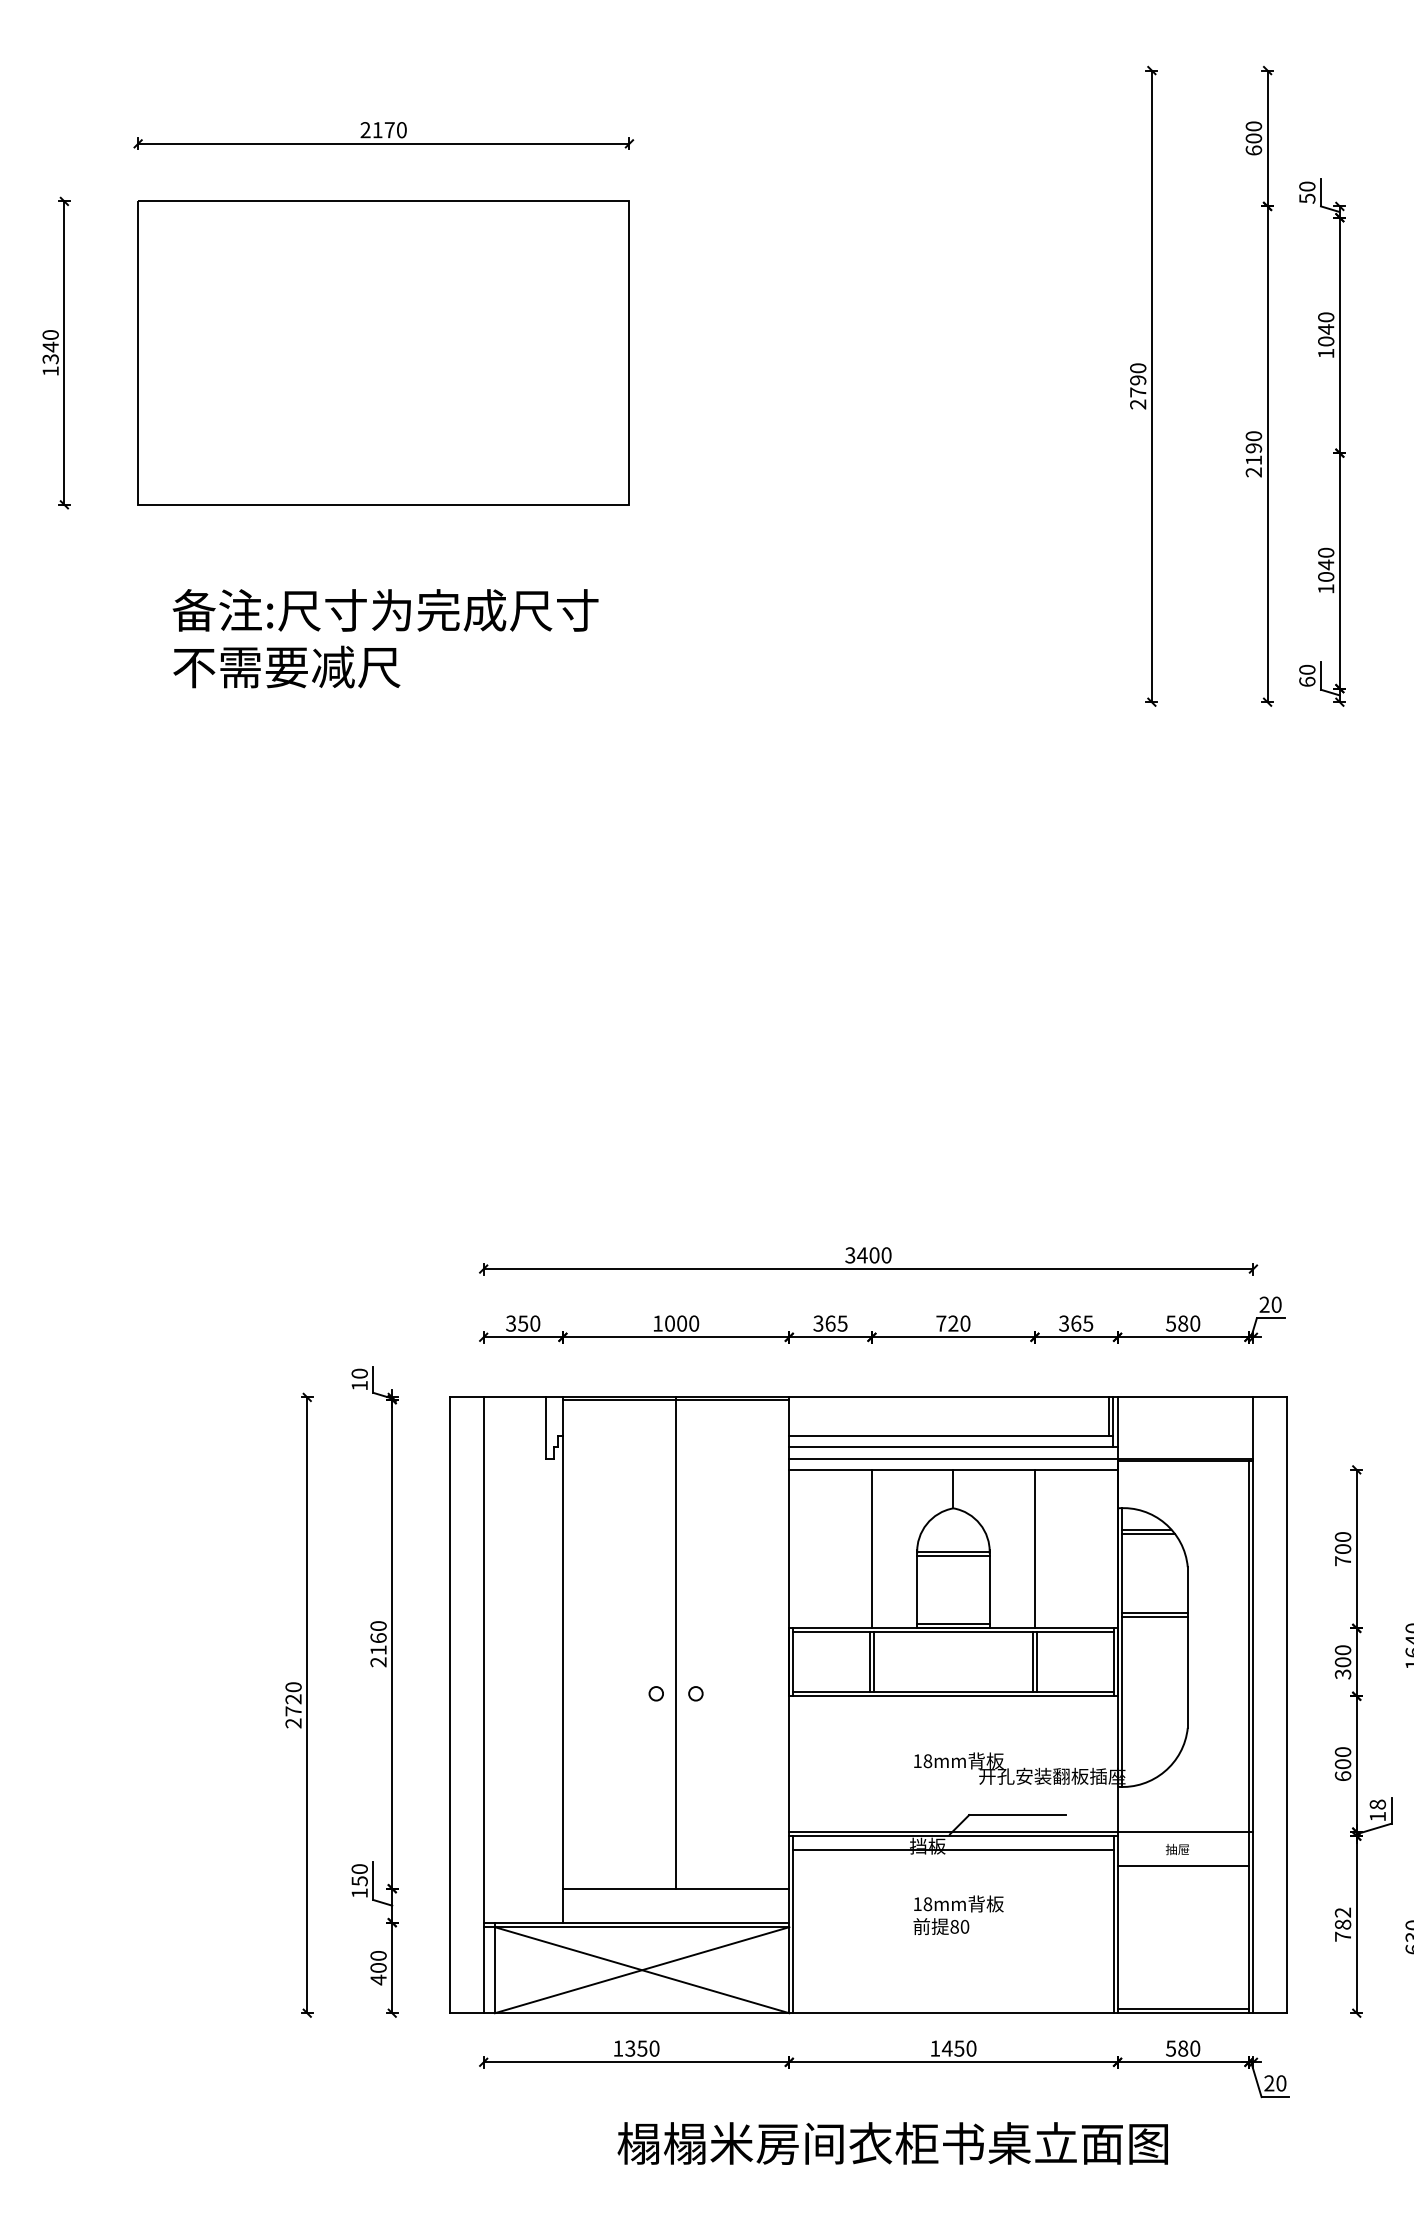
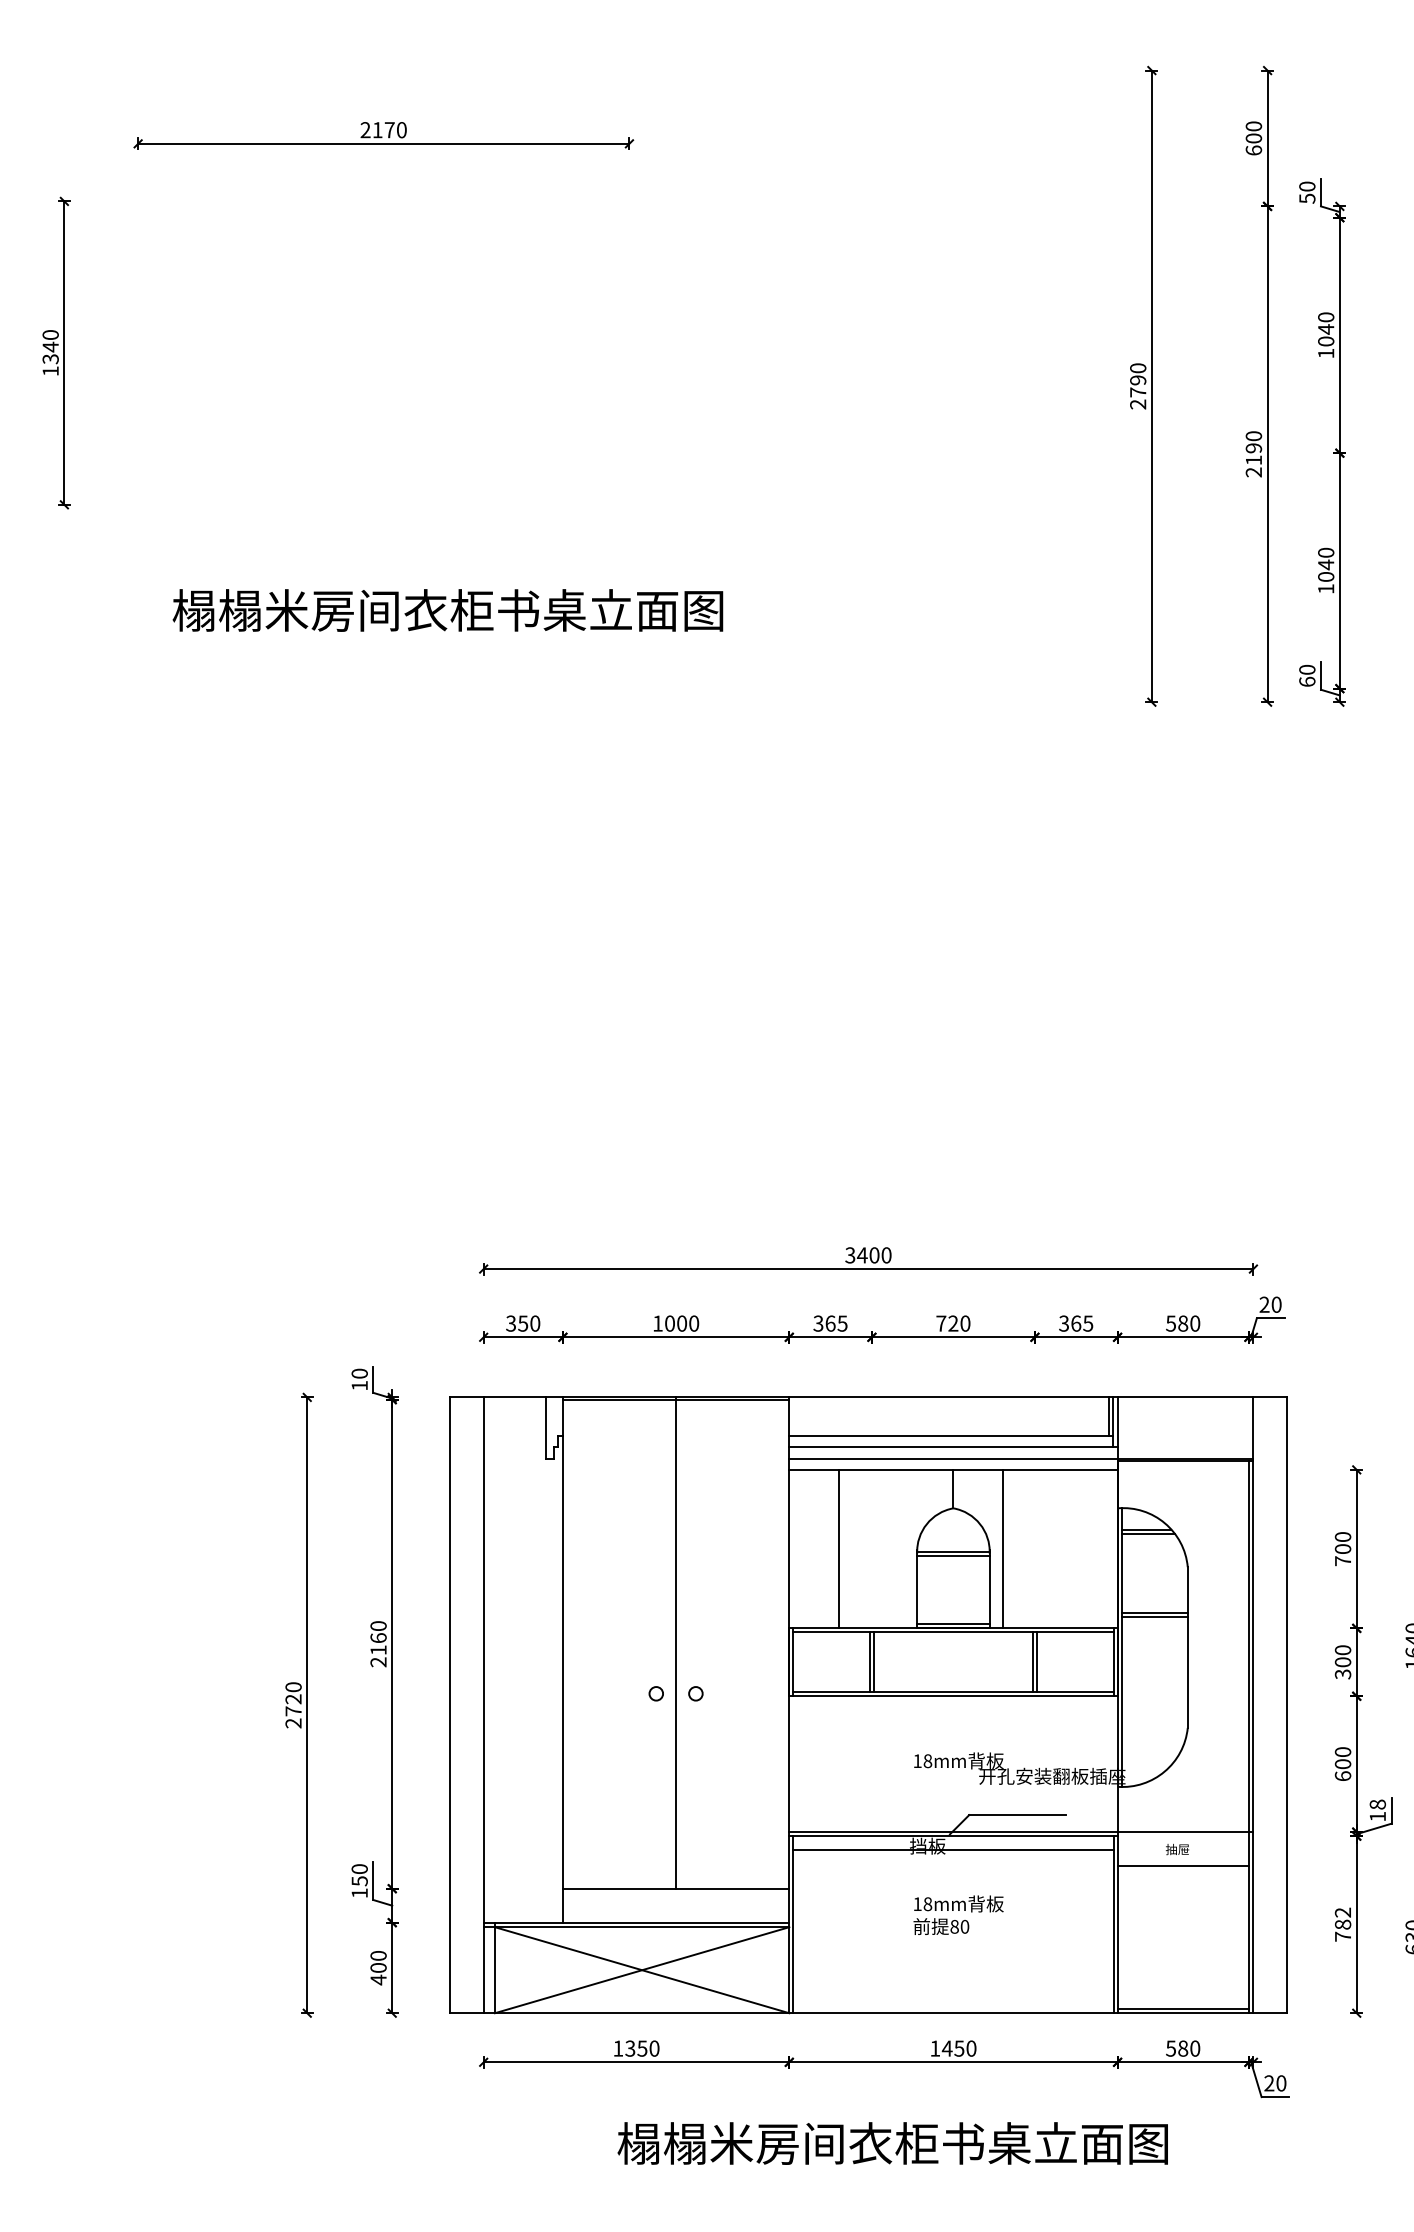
part at (383, 352): present -> none
text at (447, 638): 备注:尺寸为完成尺寸 不需要减尺 -> 榻榻米房间衣柜书桌立面图
line at (871, 1548) position: (871, 1548) -> (838, 1548)
line at (1034, 1548) position: (1034, 1548) -> (1002, 1548)
